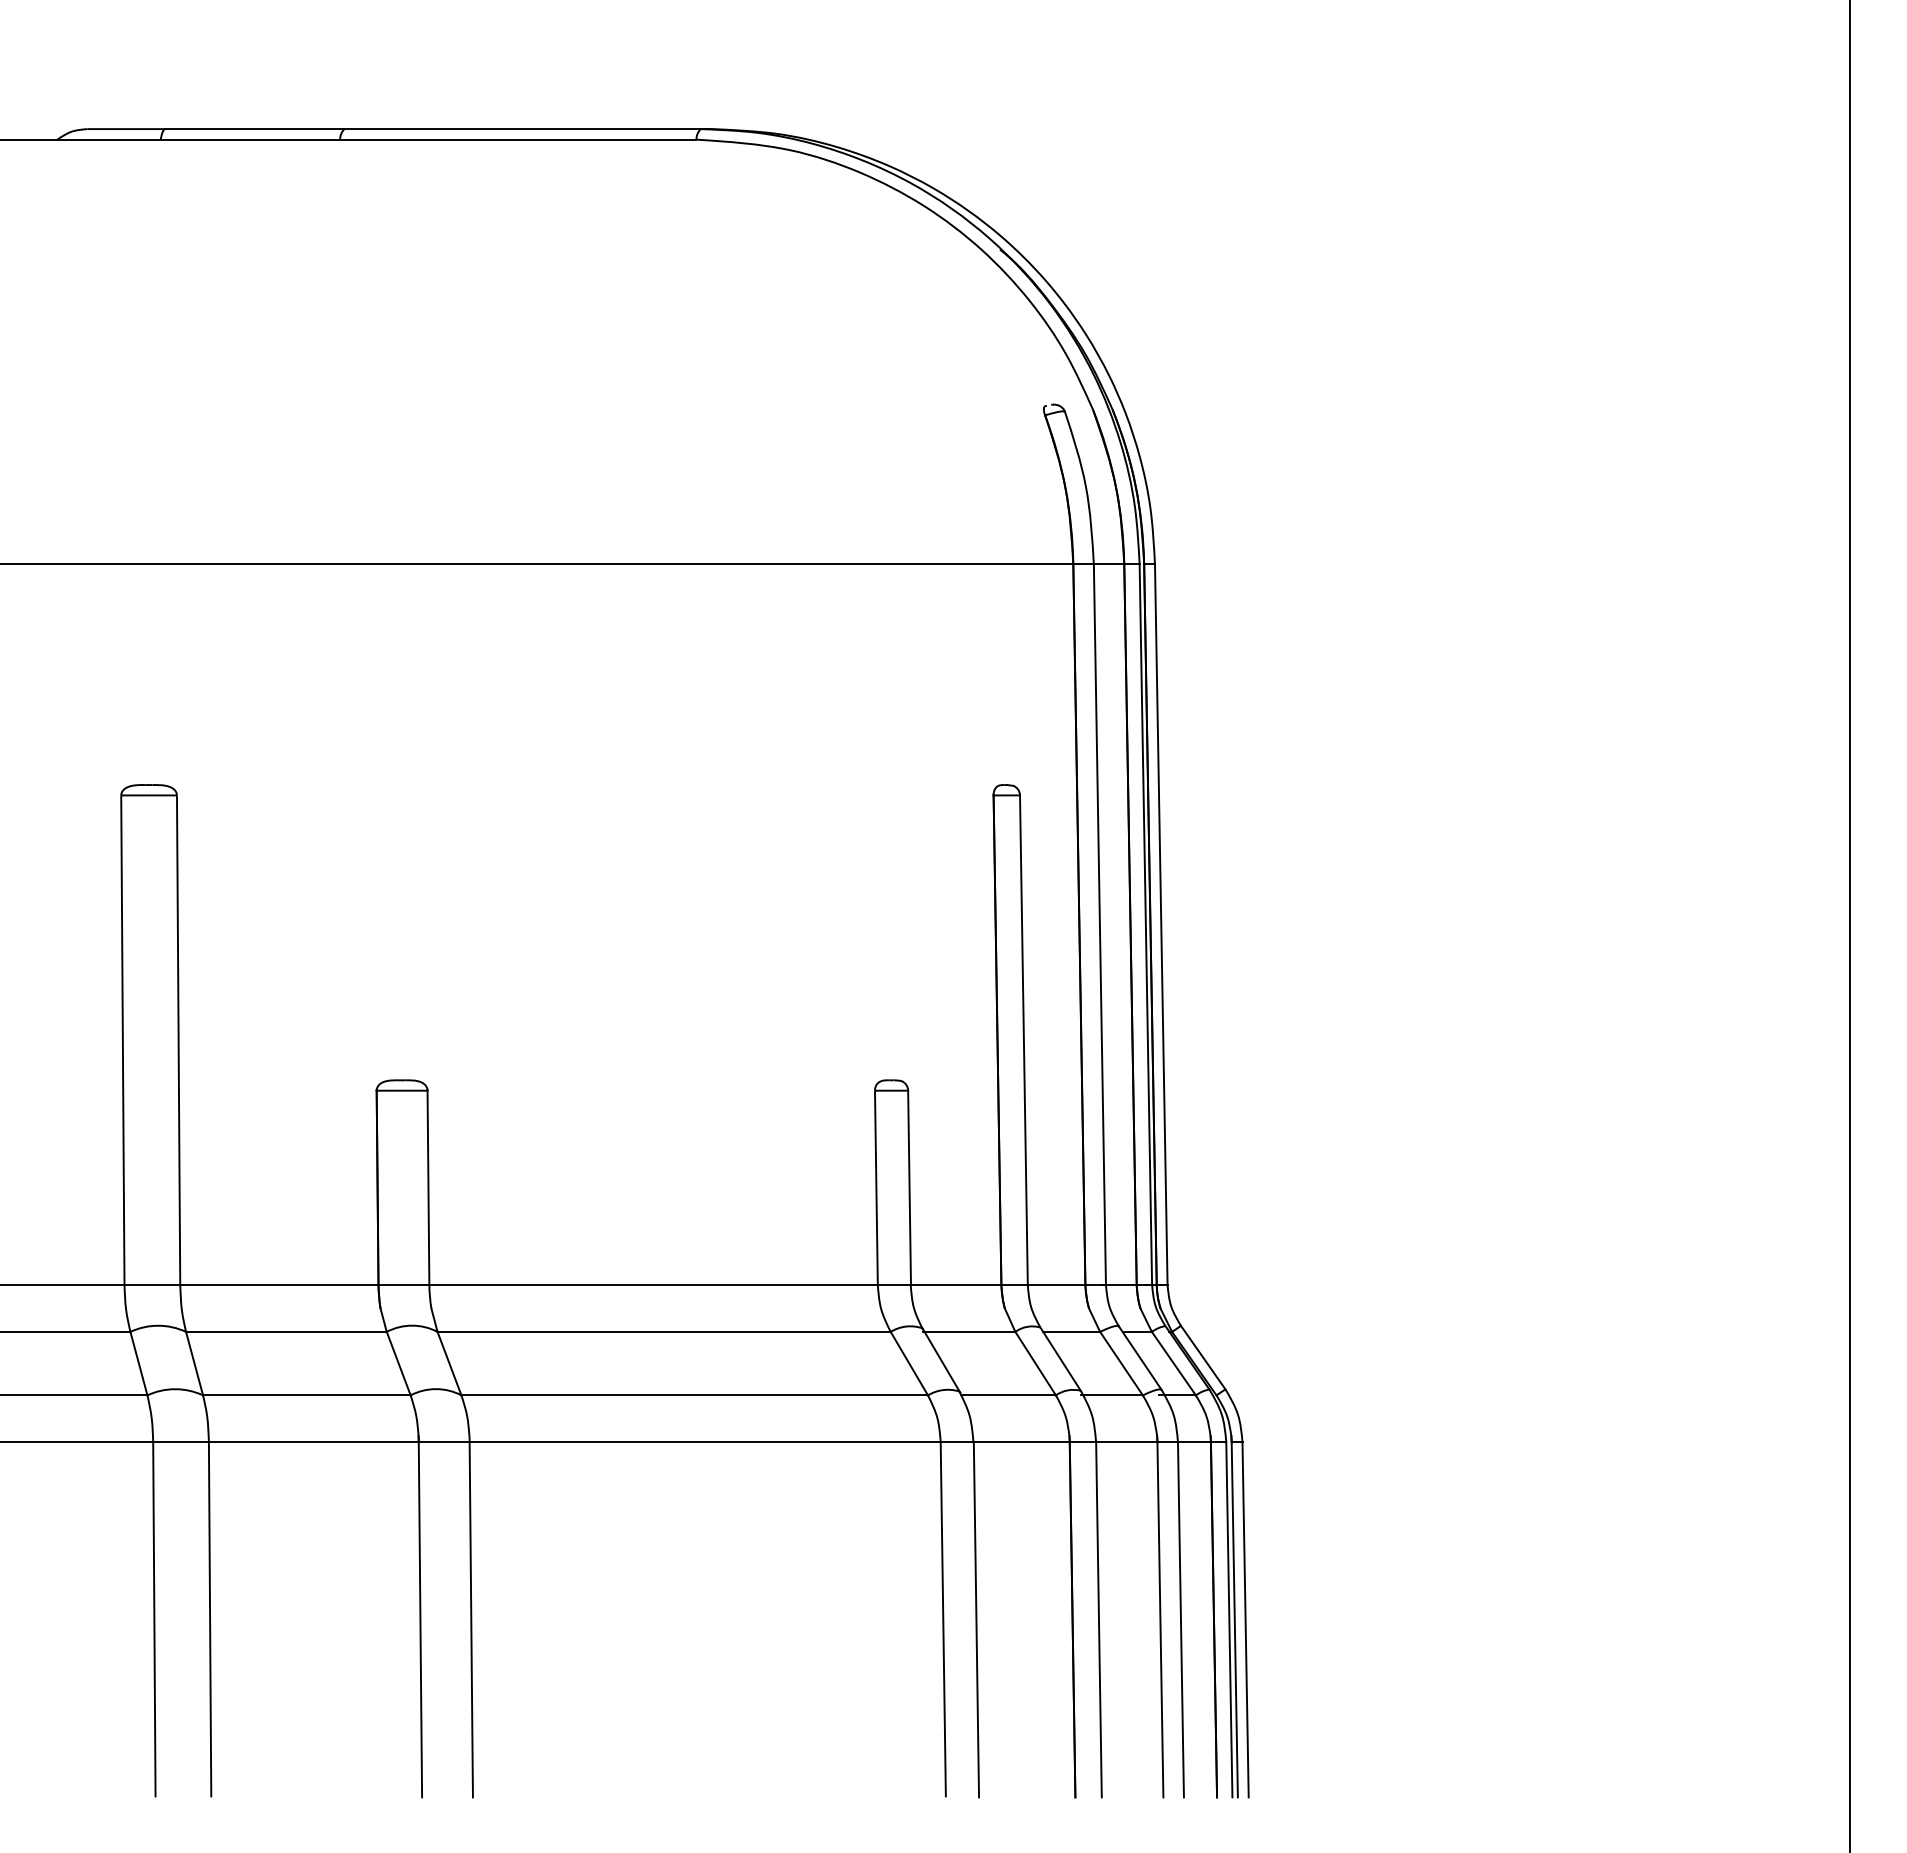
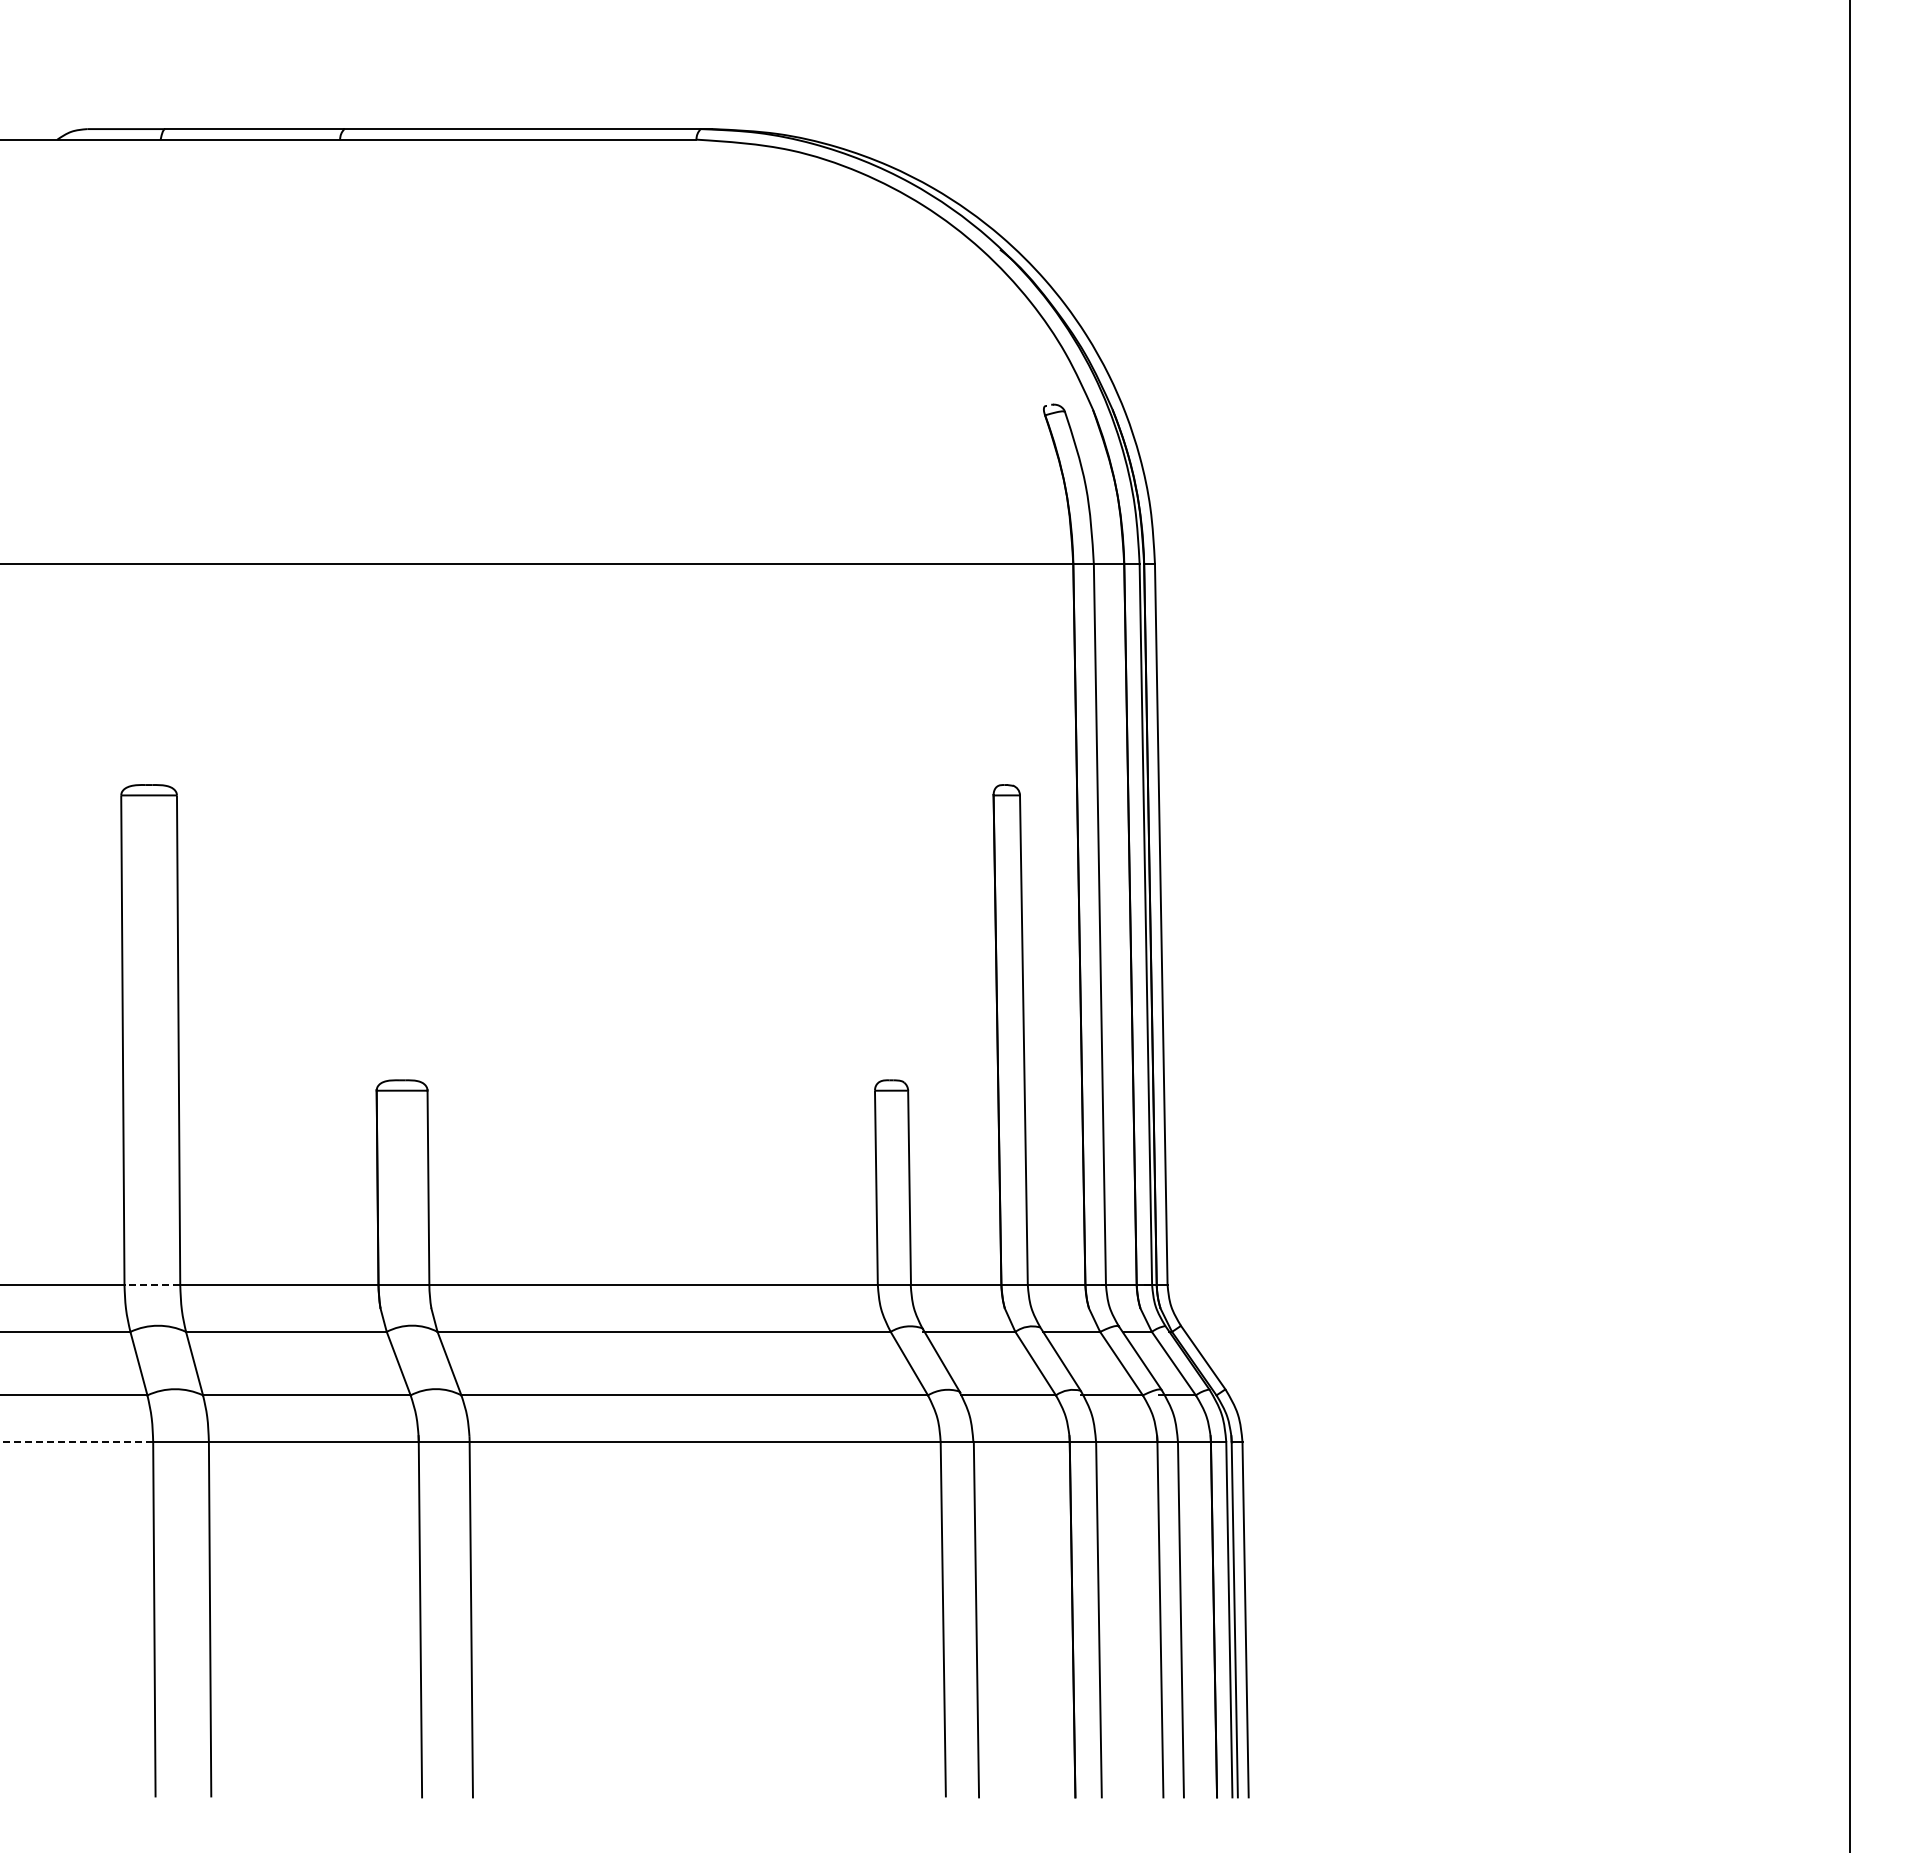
line at (152, 1284): solid -> dashed
line at (76, 1442): solid -> dashed
